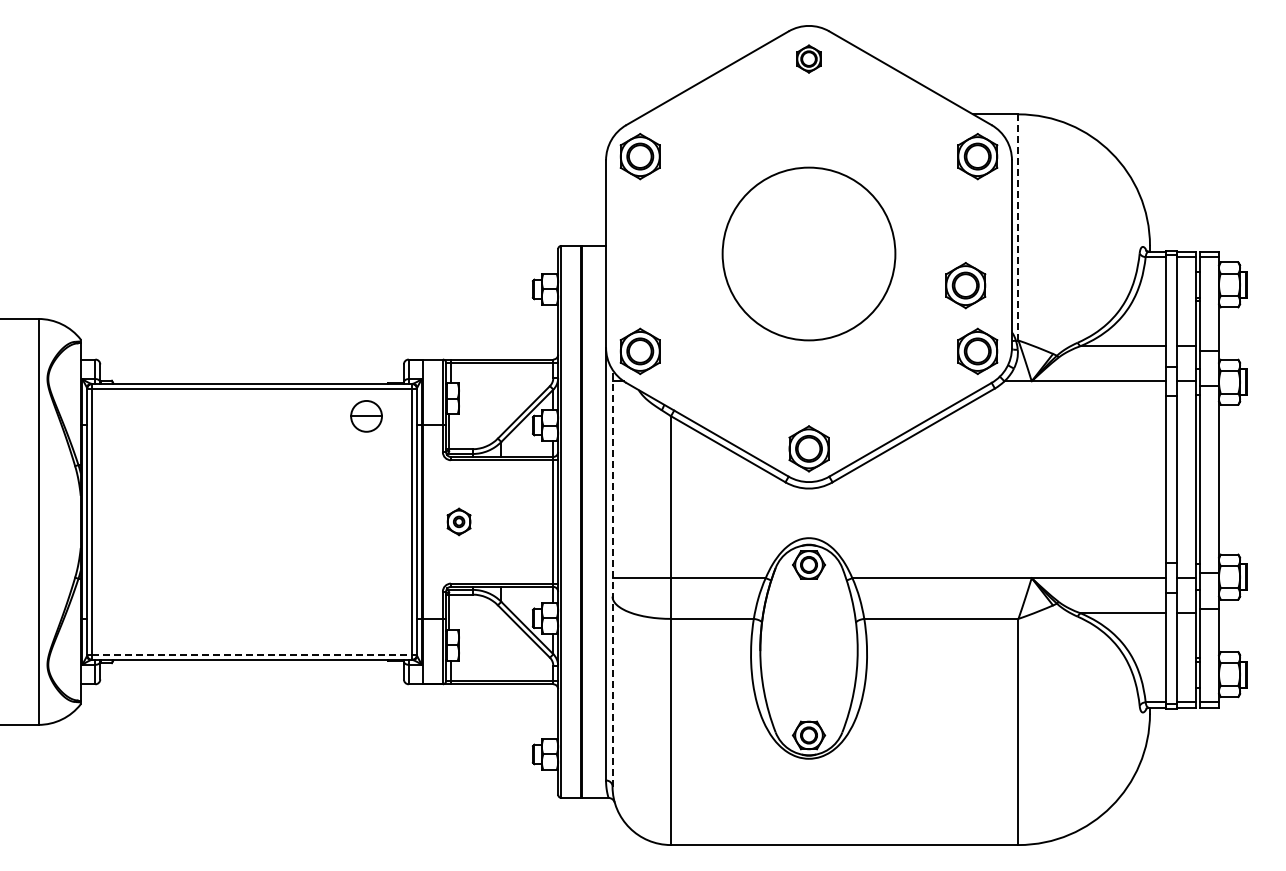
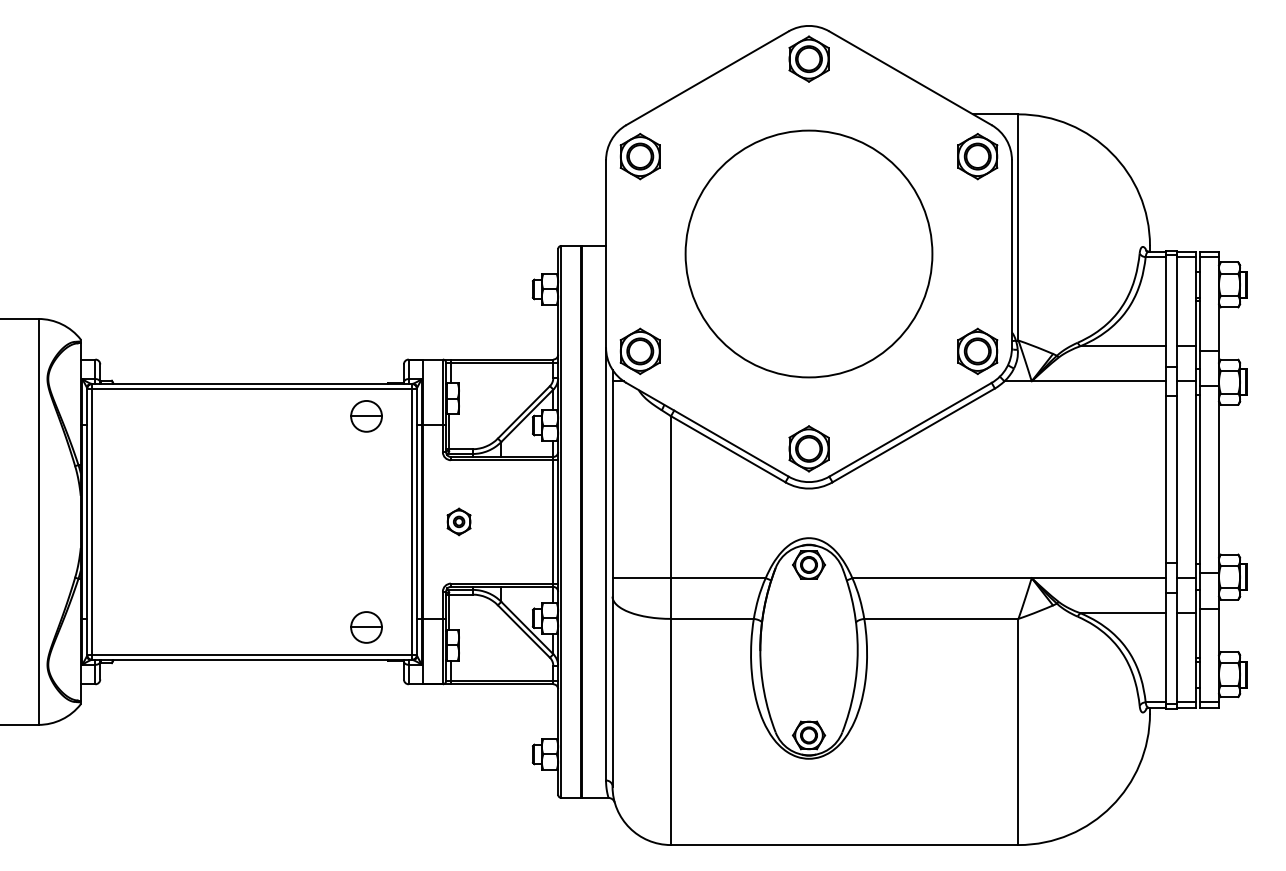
part at (808, 58) size: 26x30 px -> 42x48 px
line at (1018, 227): dashed -> solid
circle at (808, 253) diameter: 173 px -> 247 px
part at (965, 285): present -> none
line at (612, 577): dashed -> solid
part at (366, 627): none -> present
line at (252, 655): dashed -> solid
